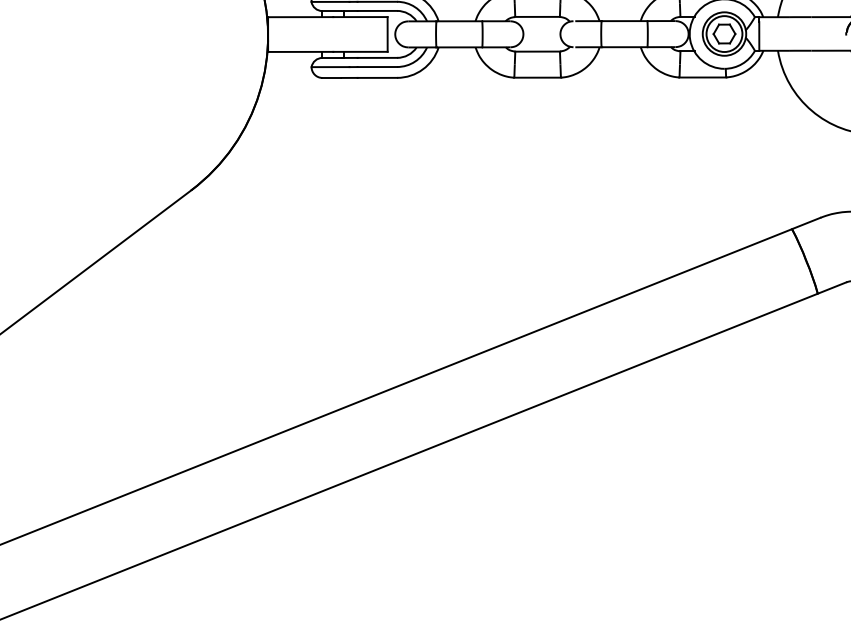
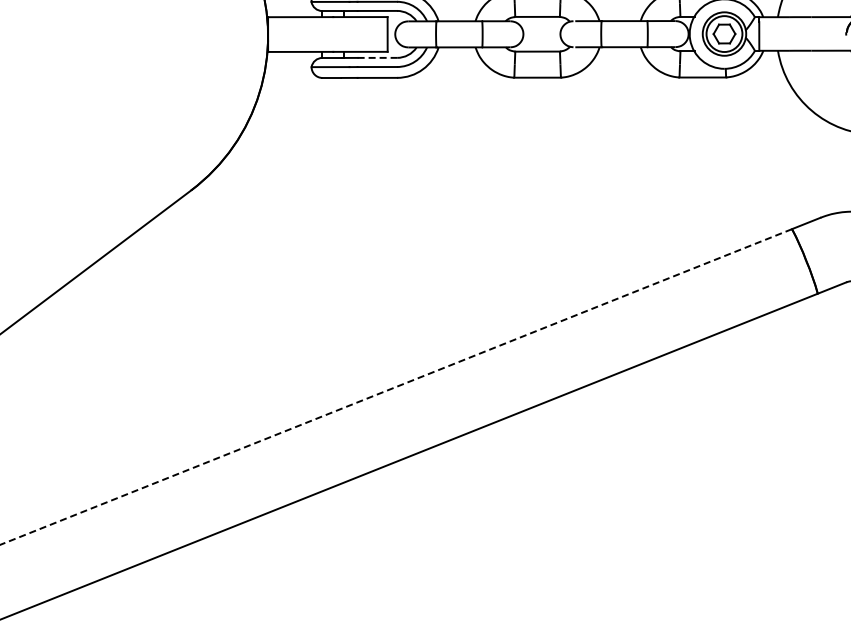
line at (377, 57): solid -> dashed
line at (396, 386): solid -> dashed
